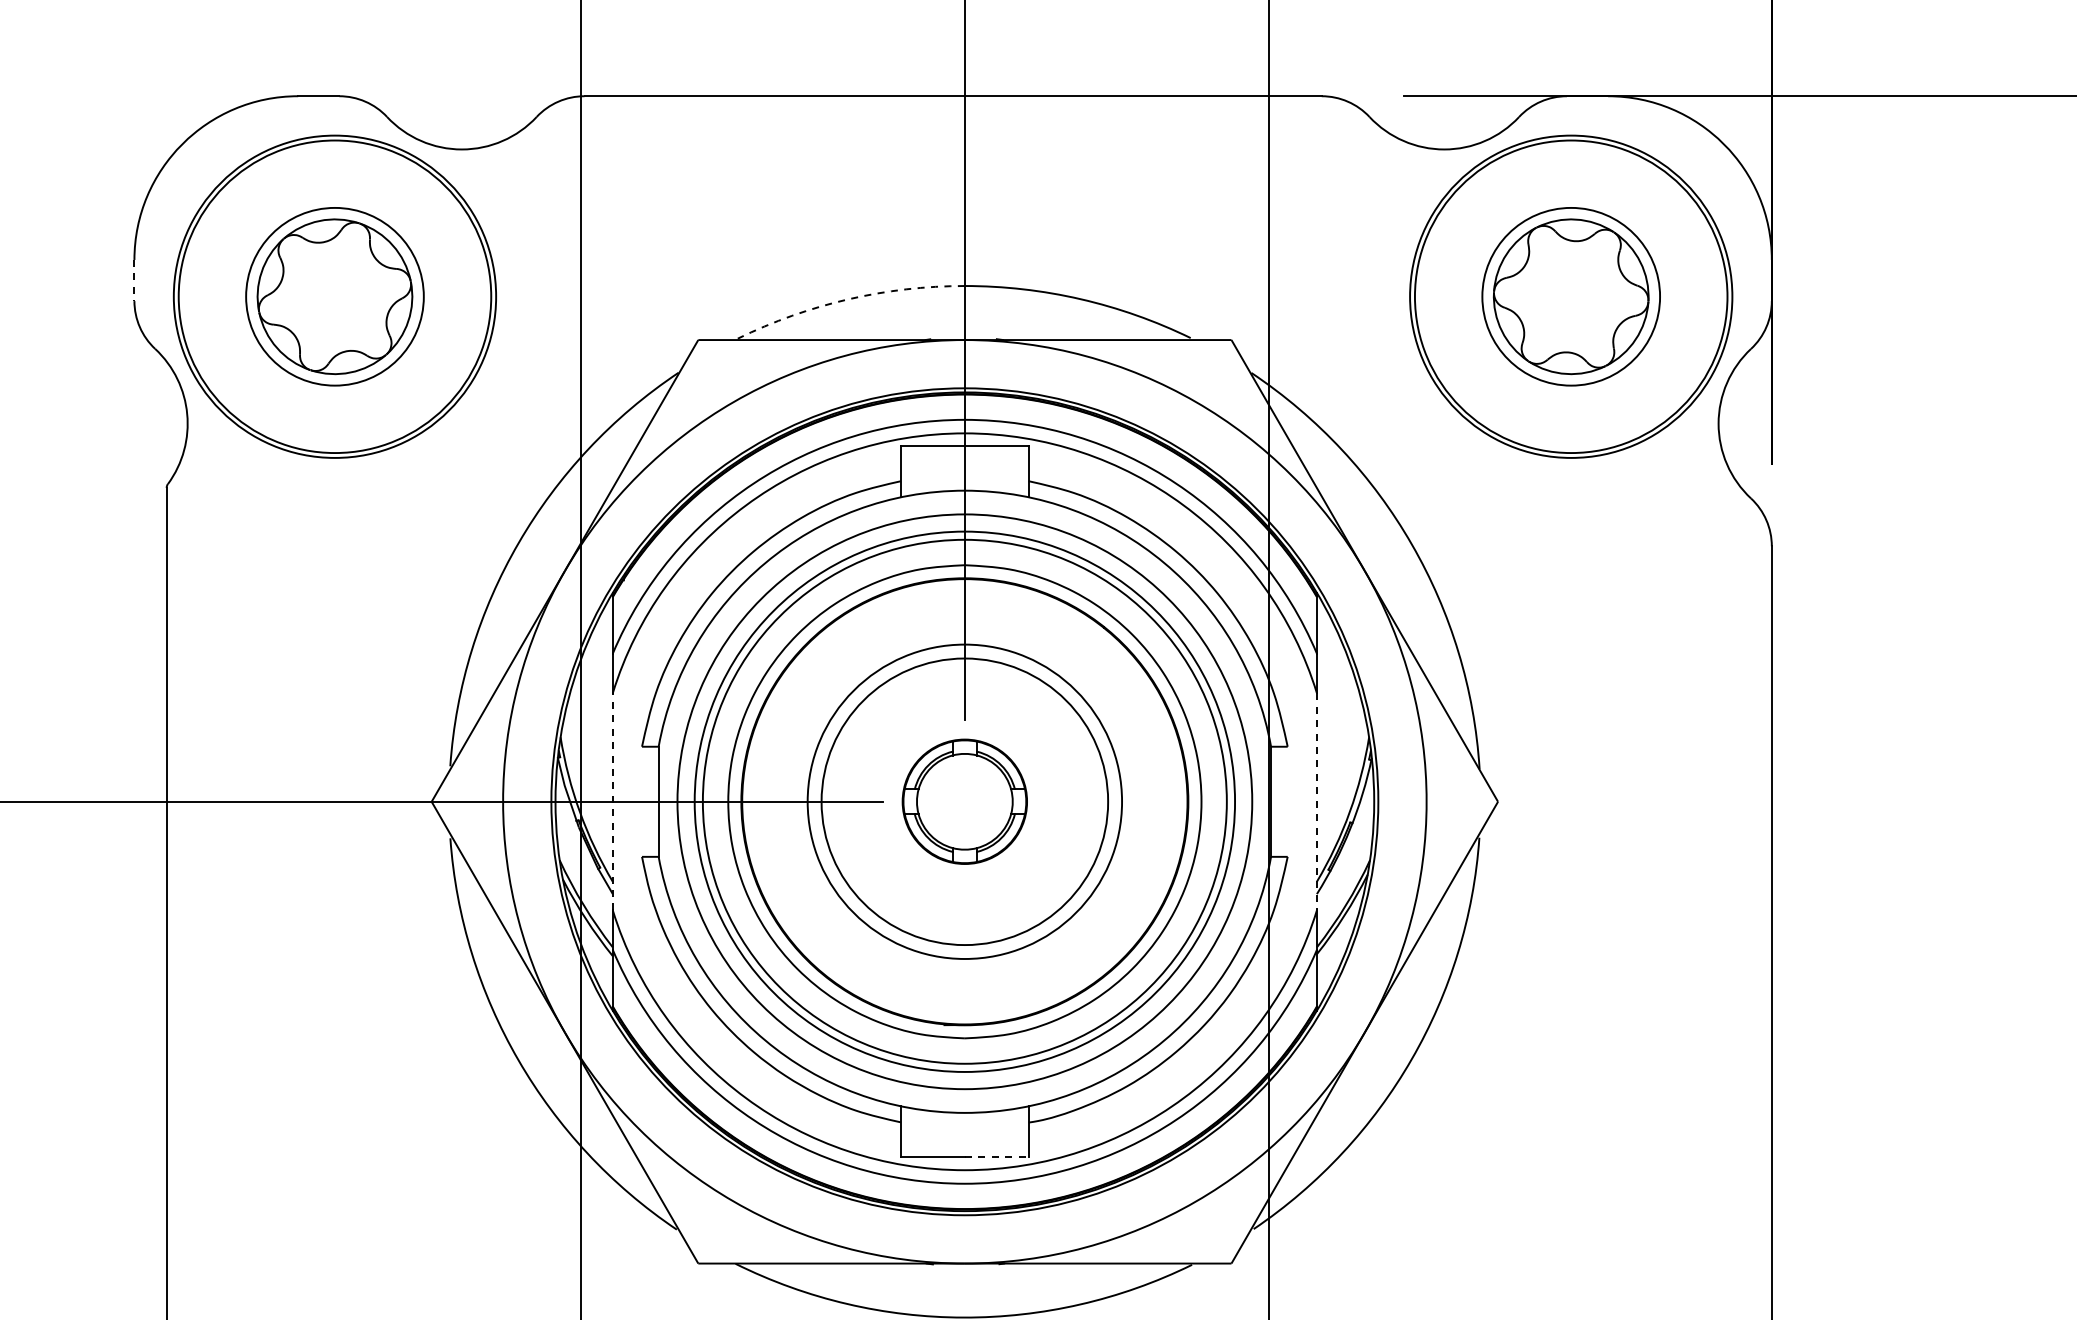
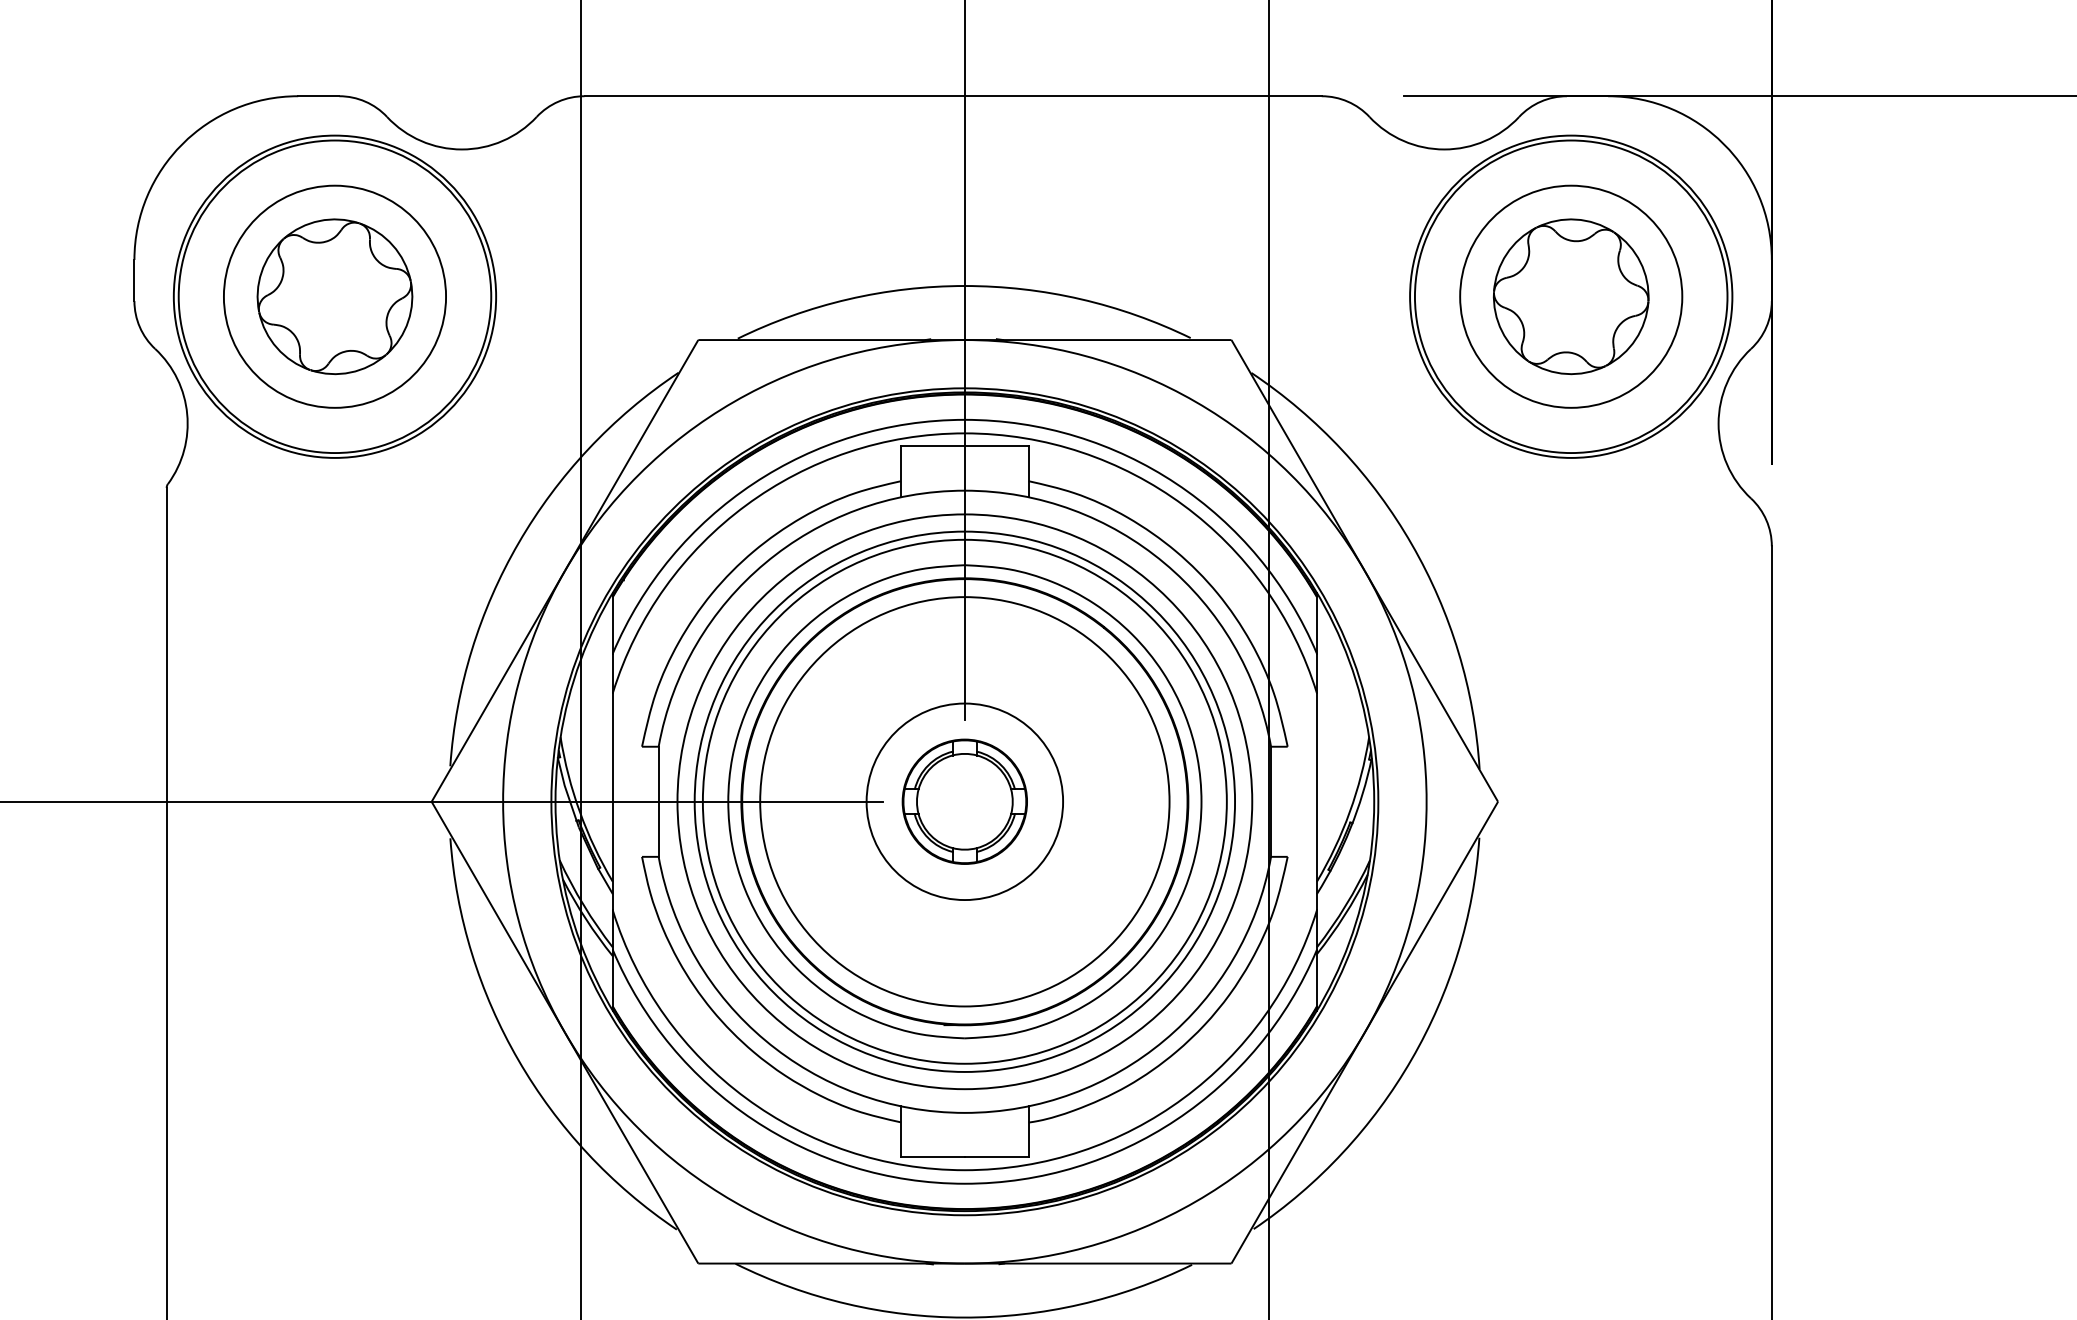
line at (134, 280): dashed -> solid
circle at (334, 296) diameter: 178 px -> 222 px
circle at (1571, 296) diameter: 178 px -> 222 px
arc at (848, 299): dashed -> solid
line at (612, 801): dashed -> solid
circle at (964, 801) diameter: 287 px -> 409 px
circle at (964, 801) diameter: 314 px -> 196 px
line at (1316, 801): dashed -> solid
line at (996, 1157): dashed -> solid
